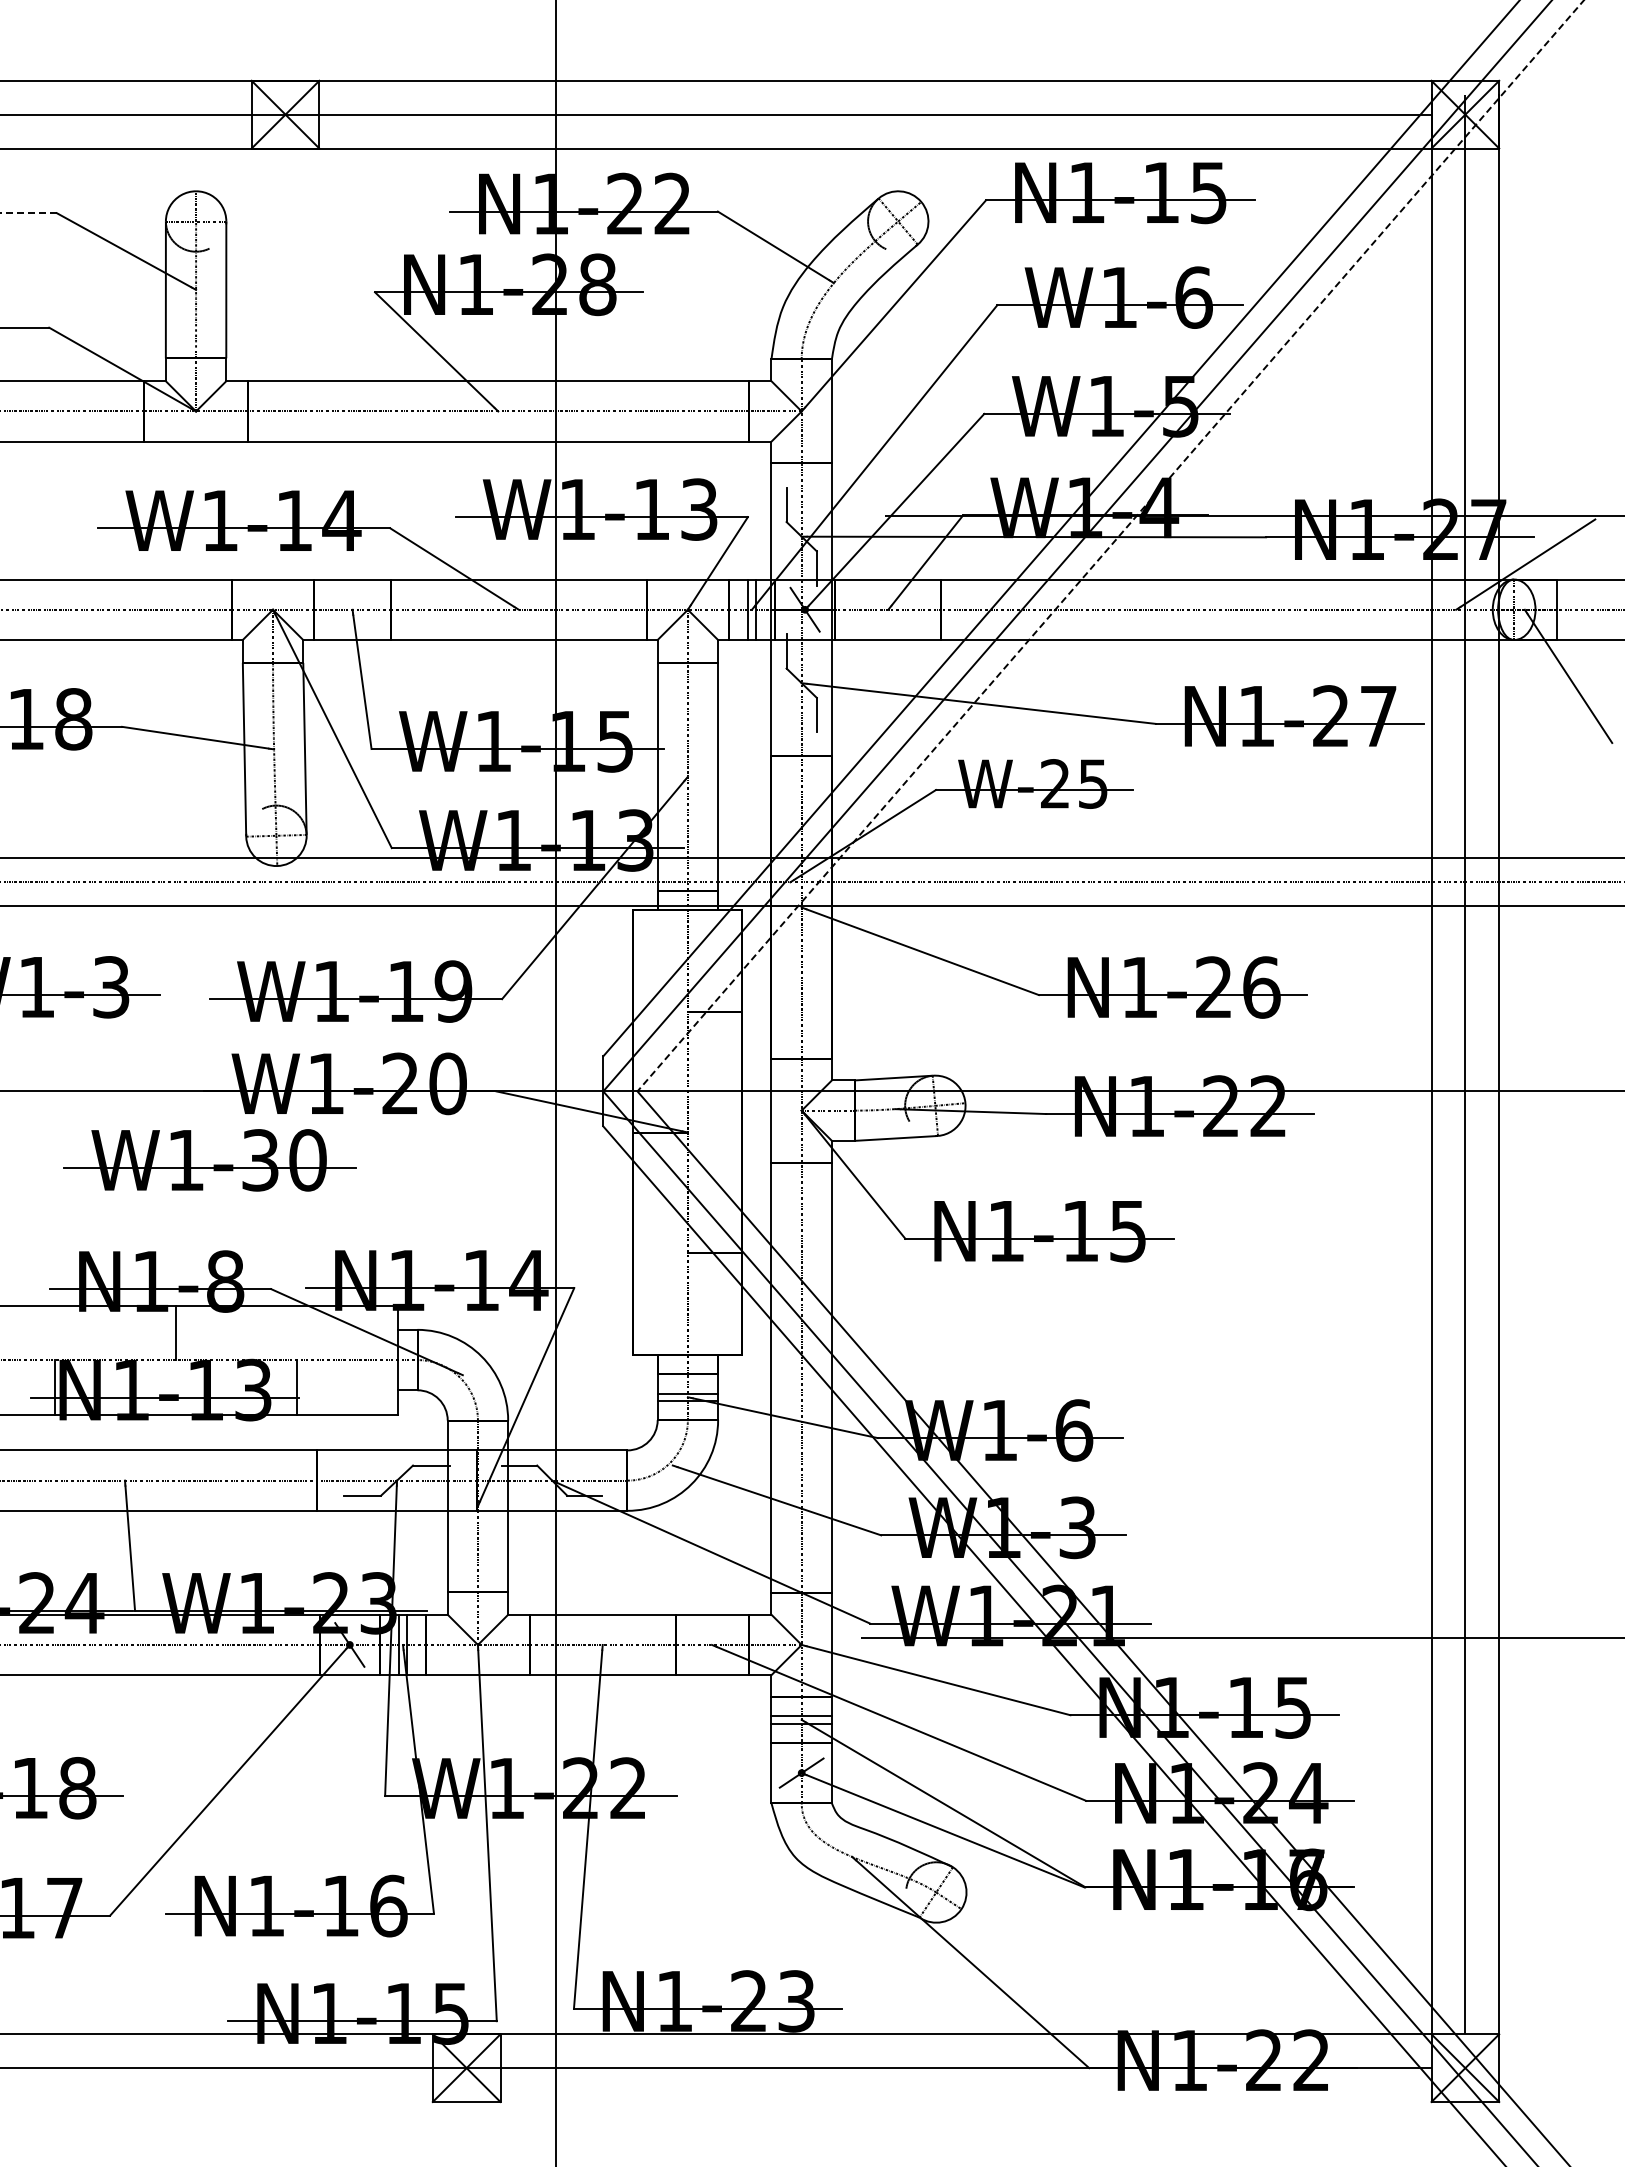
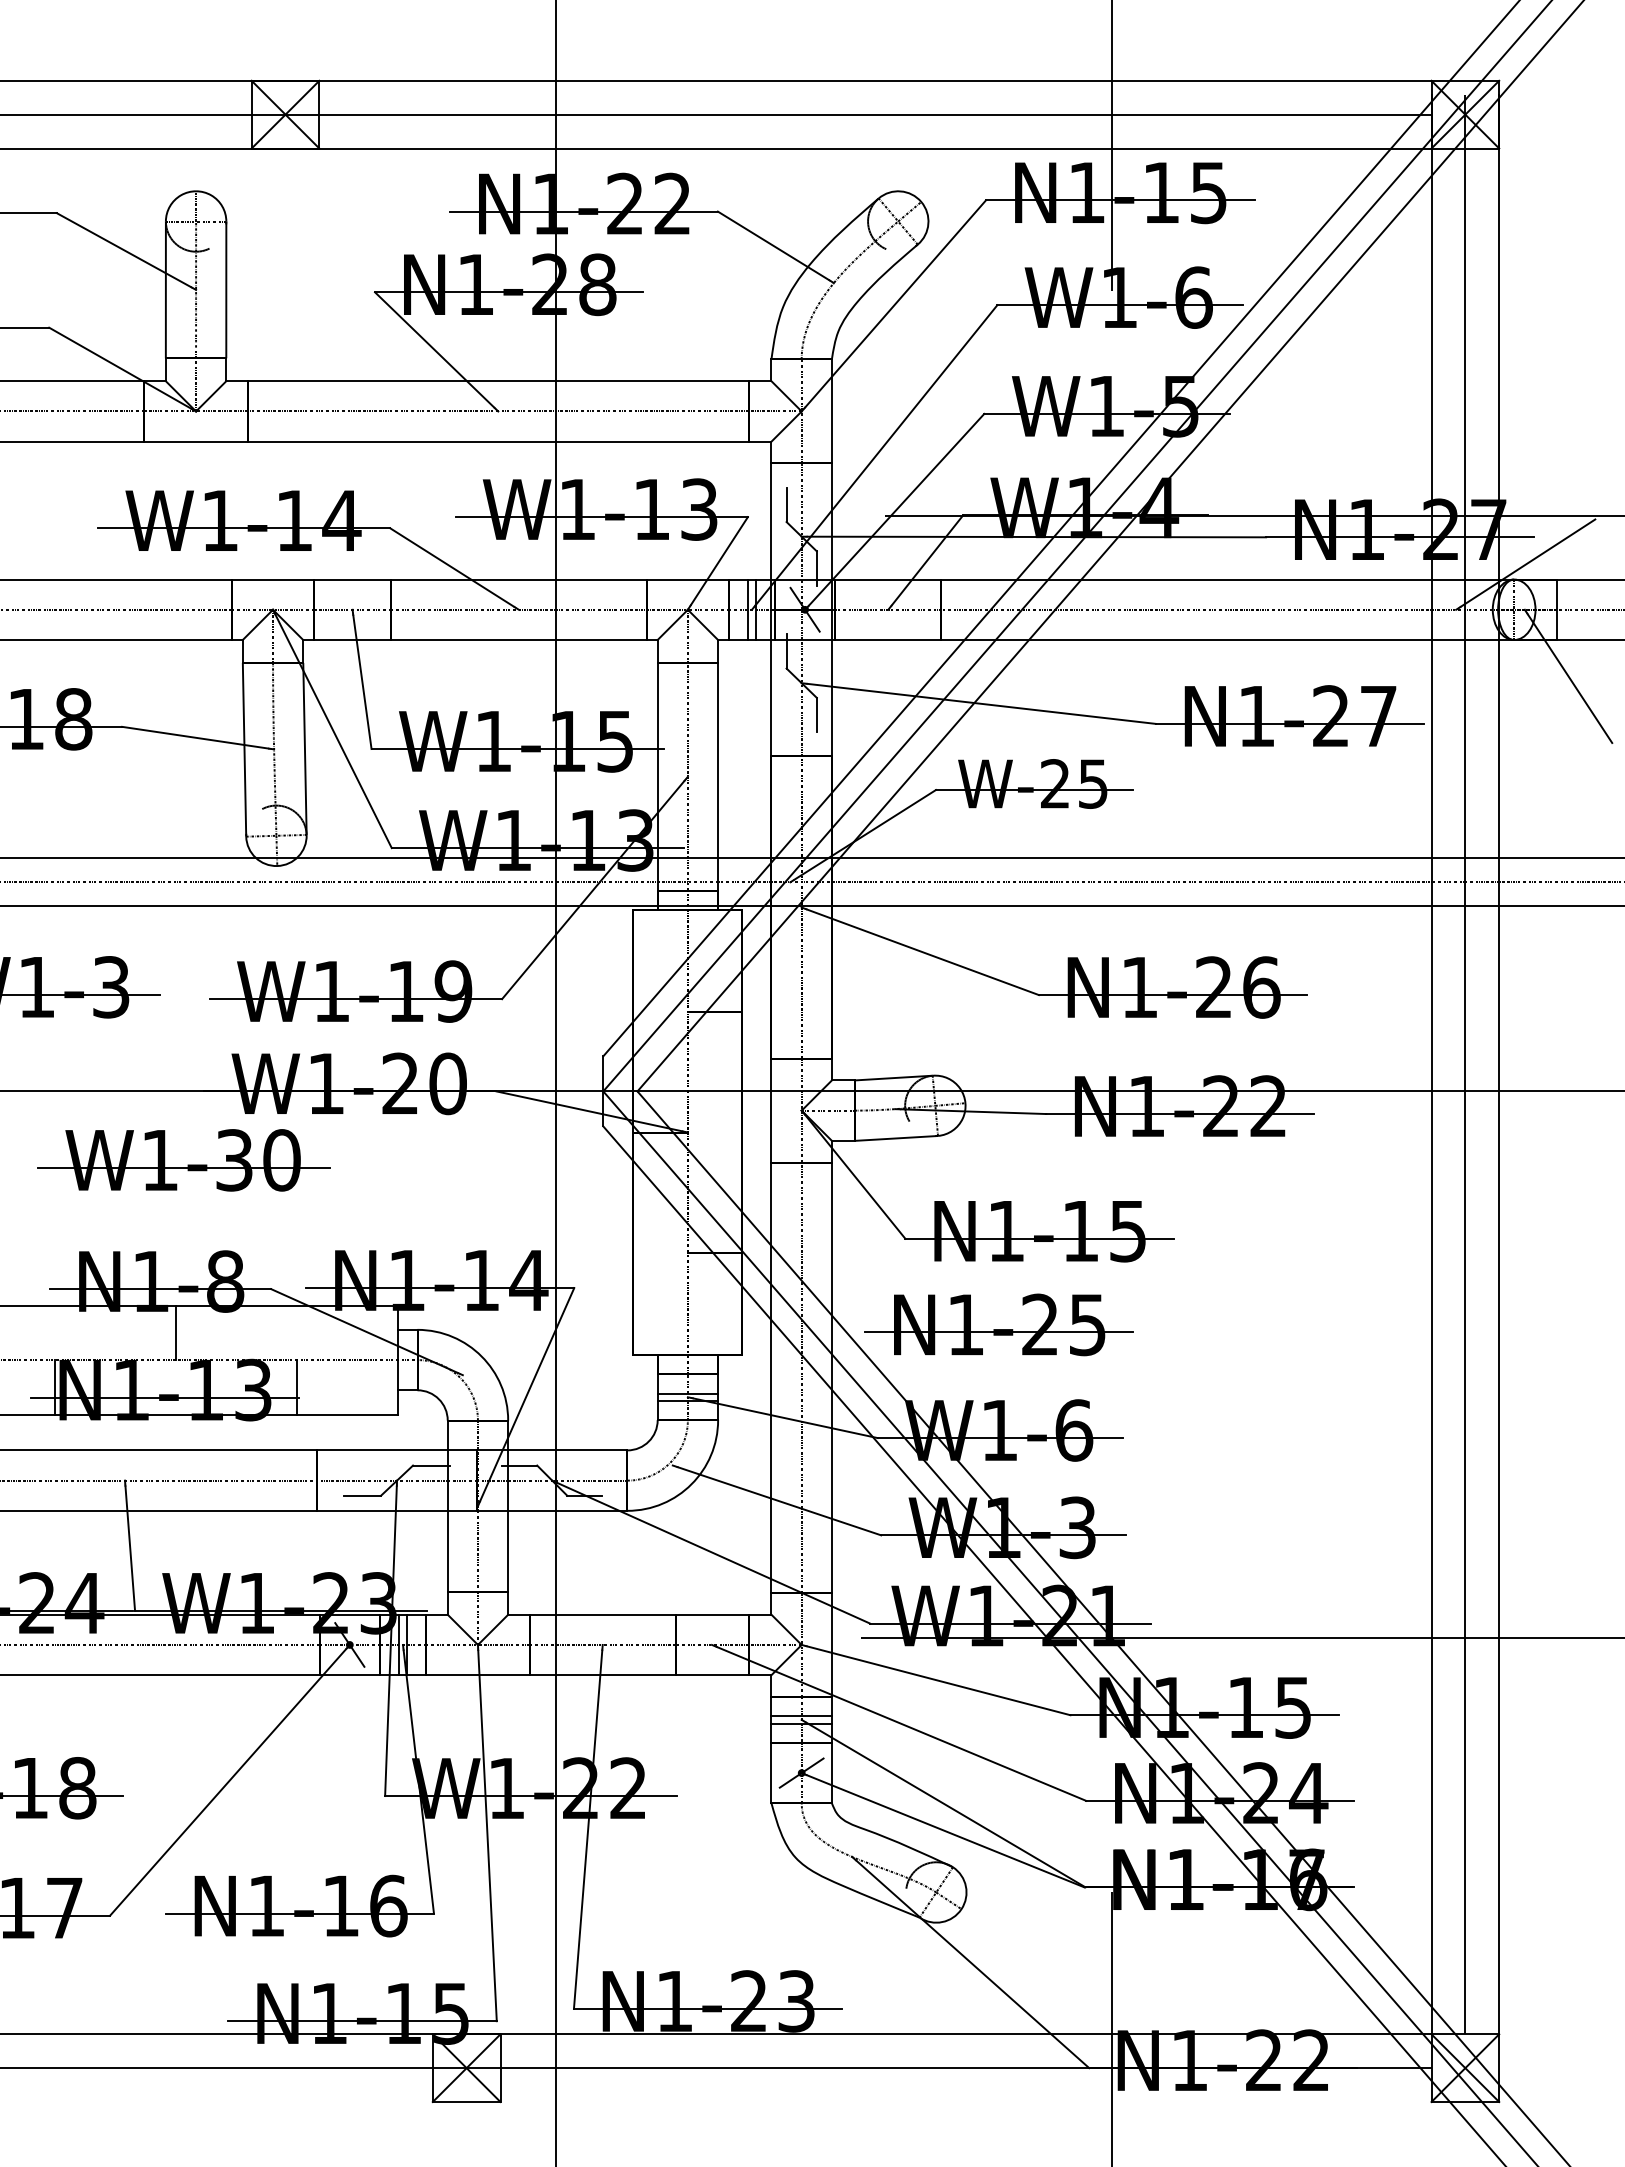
line at (1112, 146): none -> present
line at (27, 213): dashed -> solid
line at (1110, 546): dashed -> solid
part at (209, 1160) position: (209, 1160) -> (183, 1160)
part at (998, 1324): none -> present
line at (1112, 2027): none -> present
